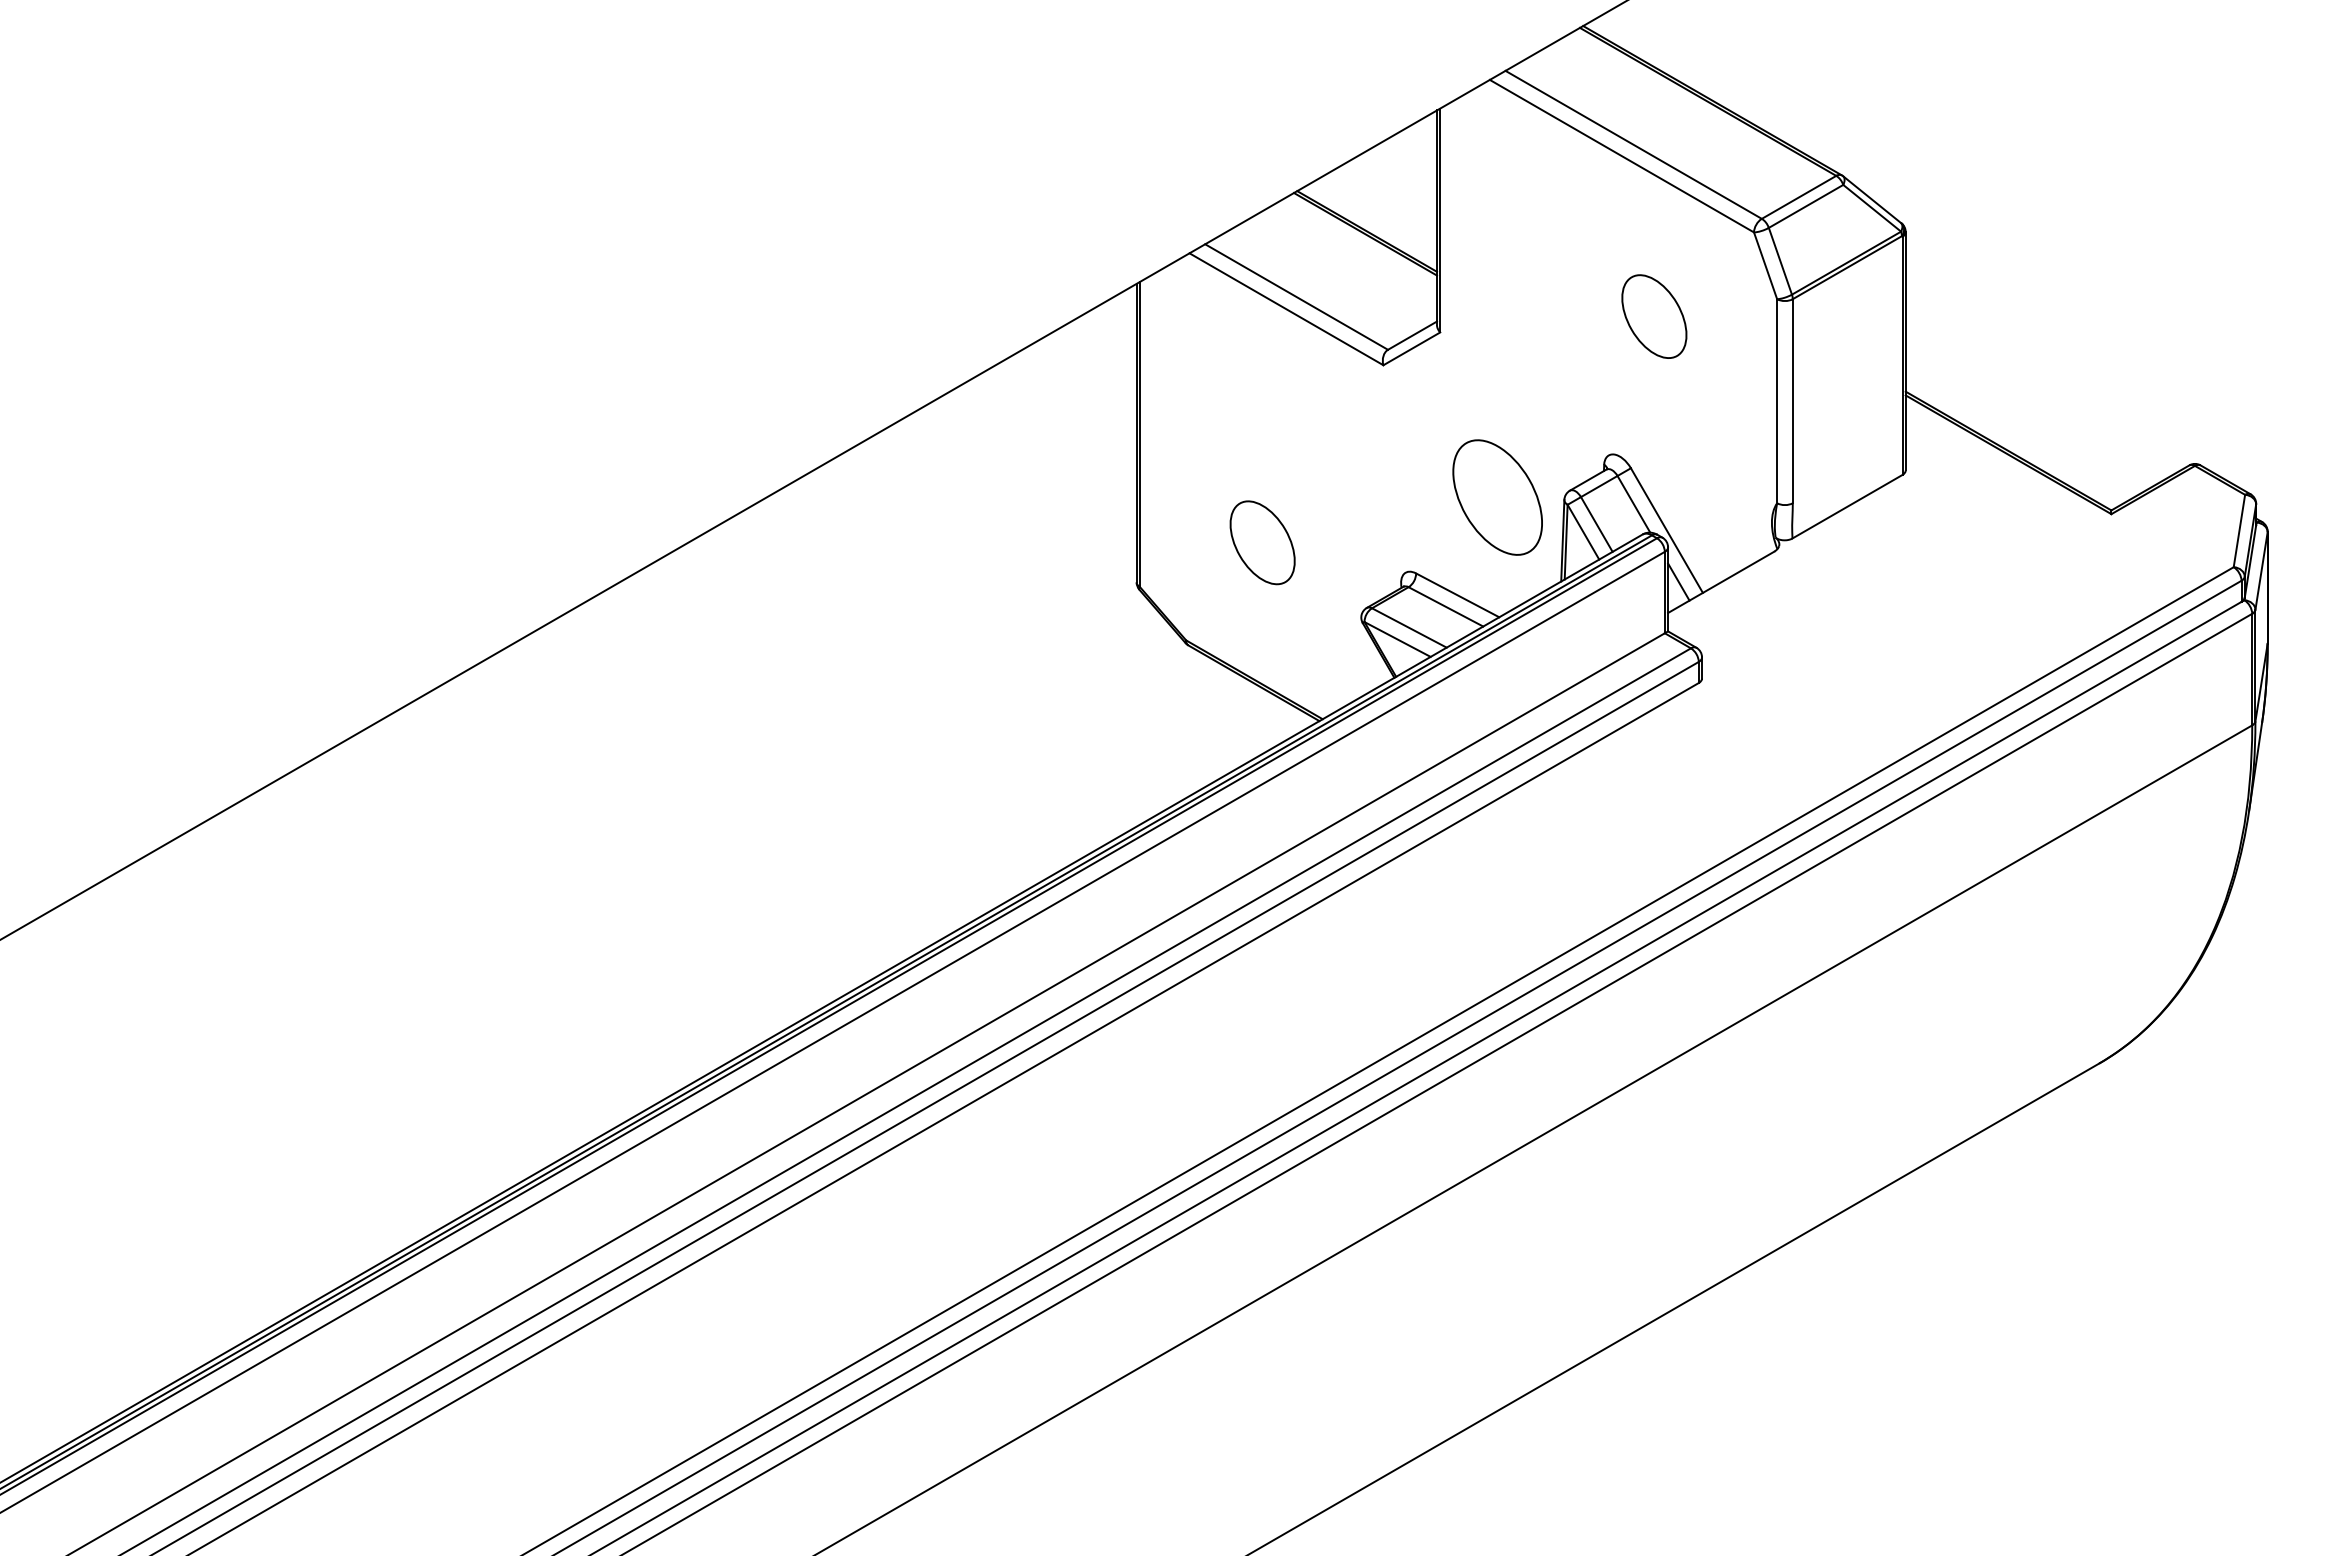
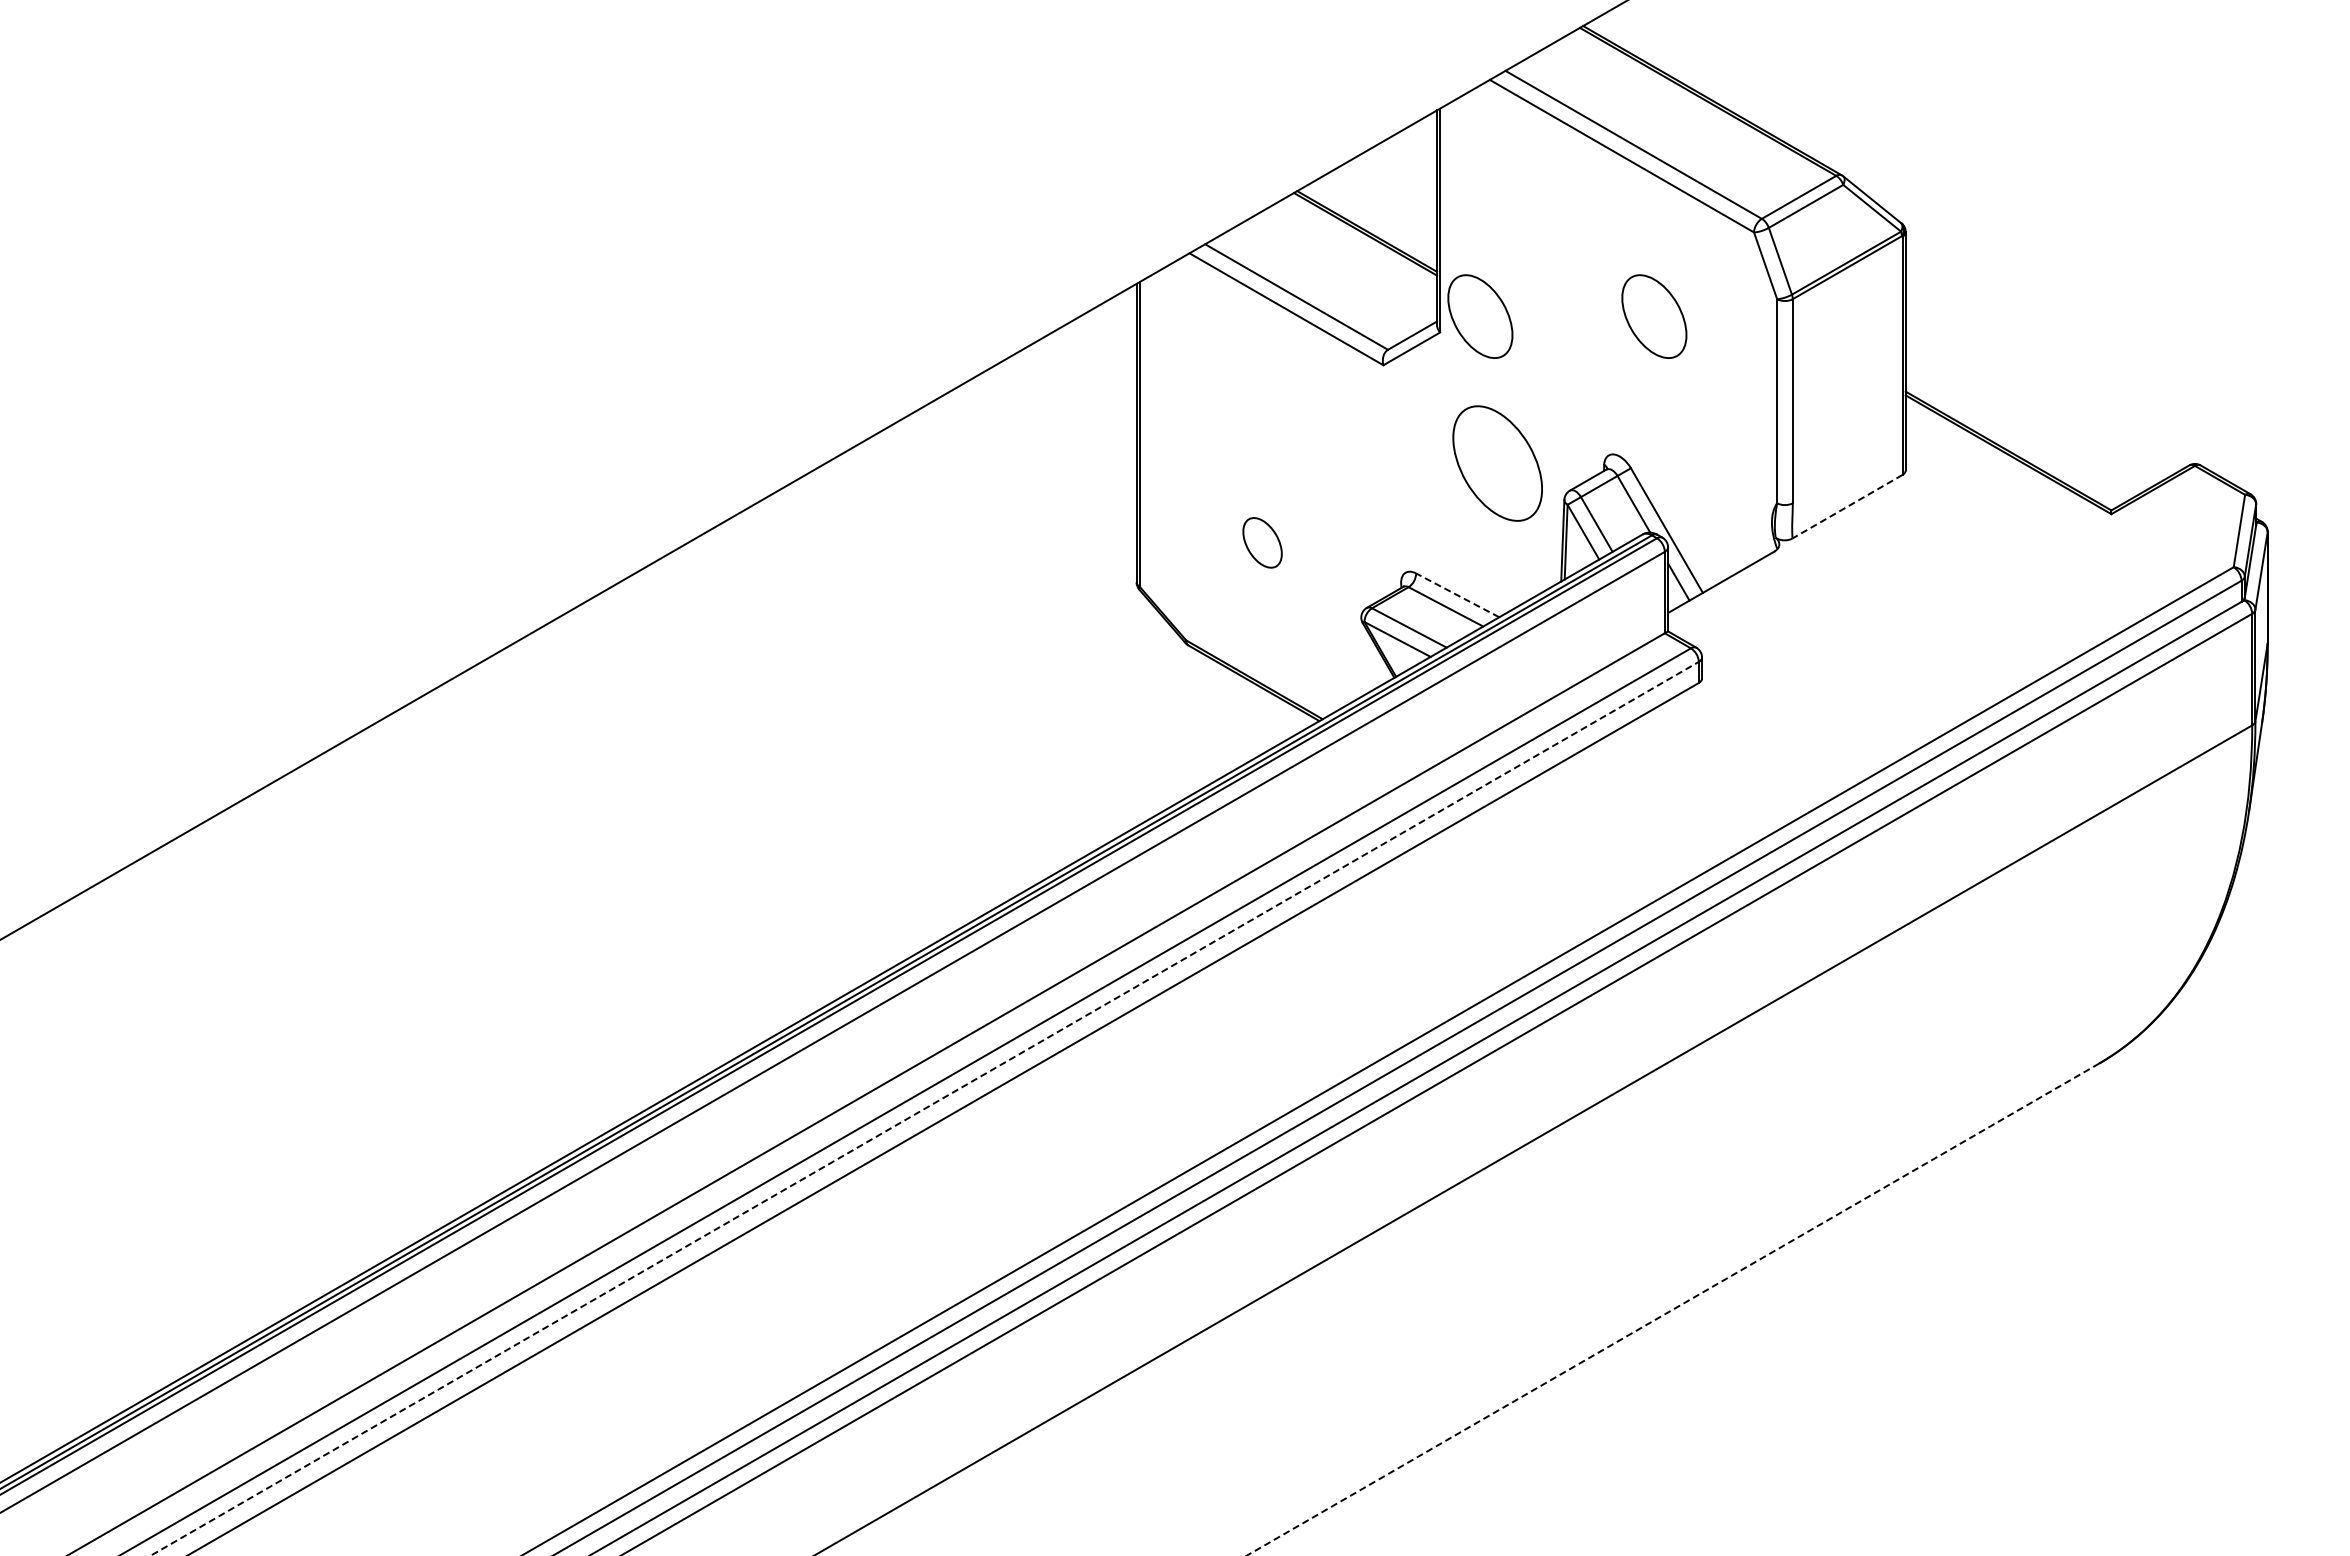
part at (1480, 316): none -> present
part at (1497, 497) position: (1497, 497) -> (1497, 463)
line at (1847, 506): solid -> dashed
part at (1262, 542) size: 67x86 px -> 41x52 px
line at (1457, 595): solid -> dashed
line at (924, 1108): solid -> dashed
line at (1672, 1310): solid -> dashed
